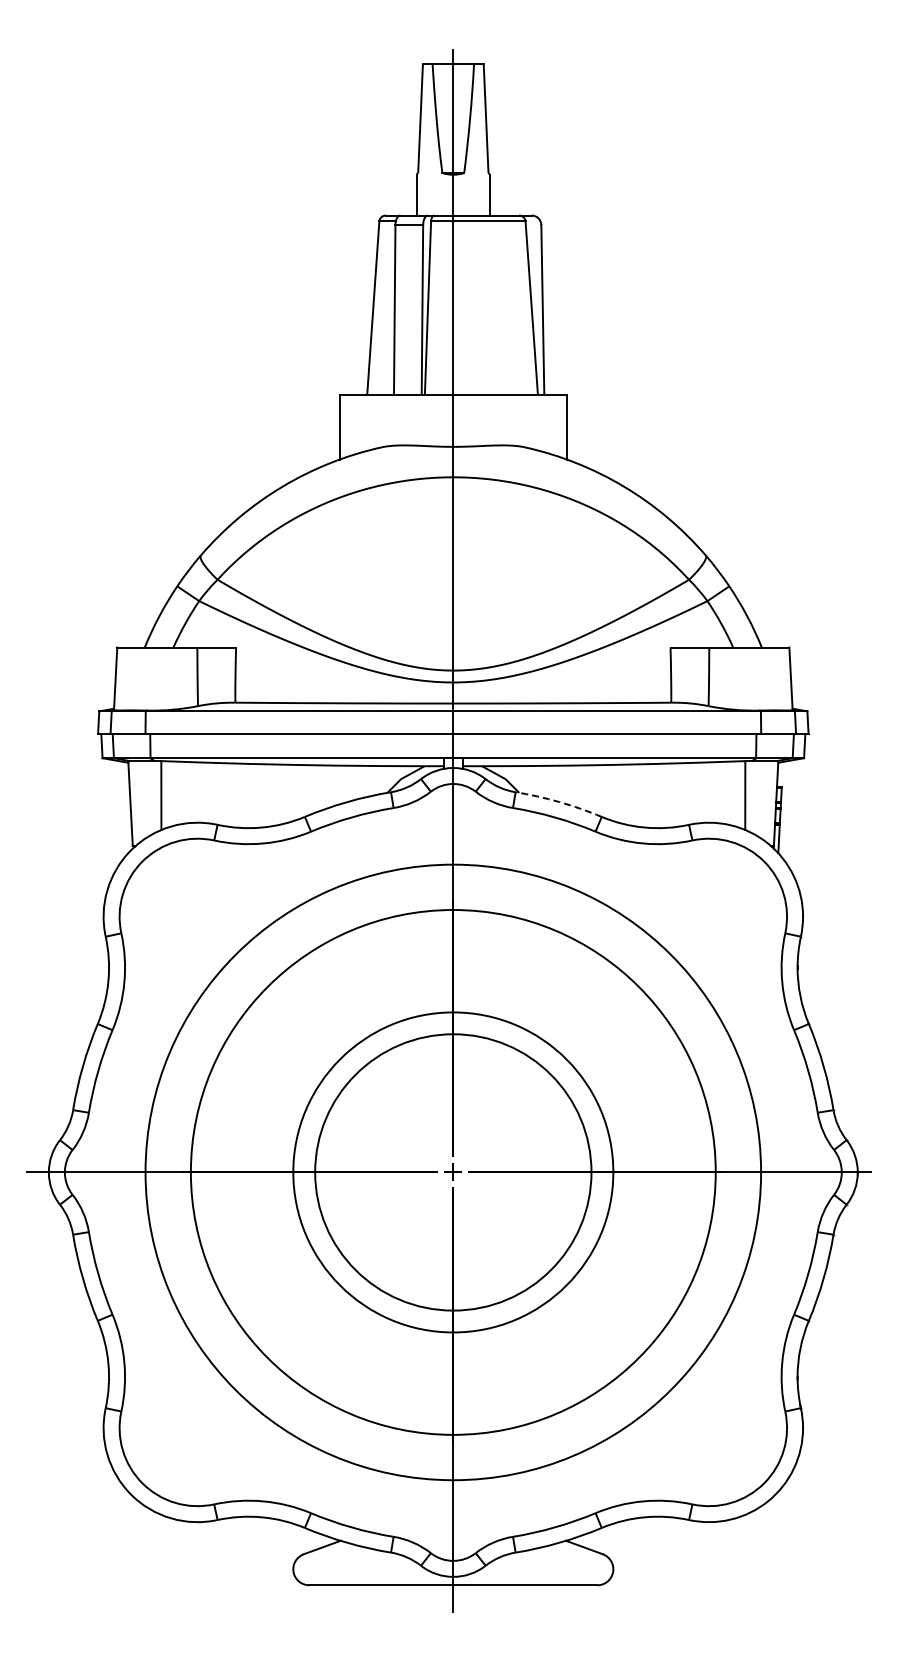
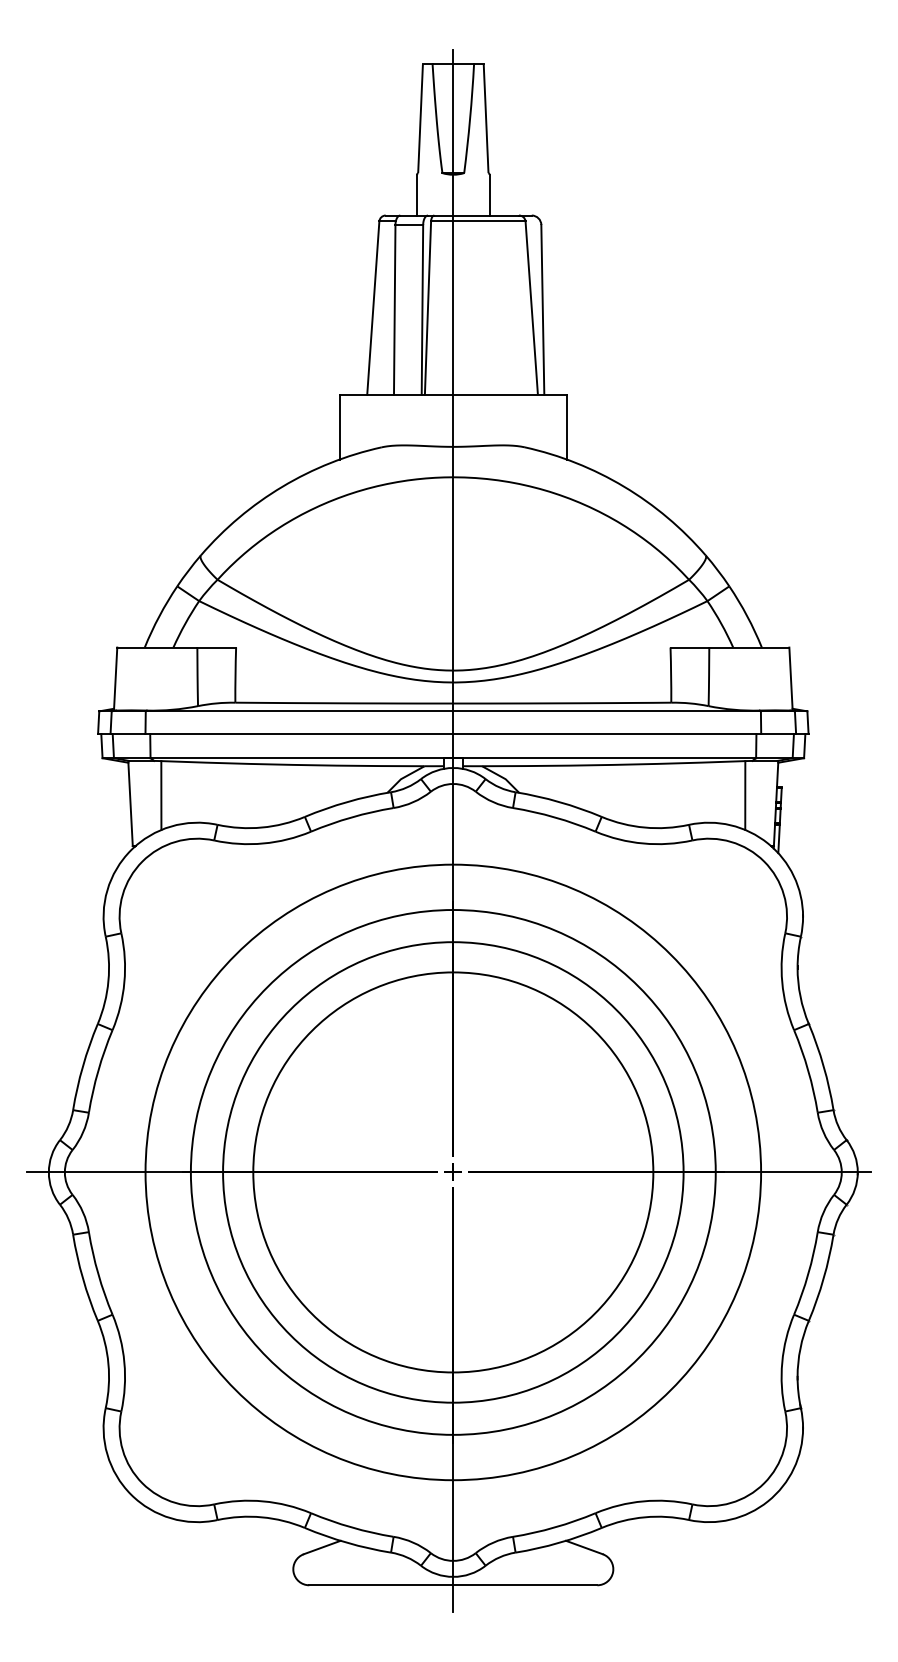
arc at (559, 802): dashed -> solid
circle at (453, 1172) diameter: 276 px -> 461 px
circle at (453, 1172) diameter: 320 px -> 400 px
